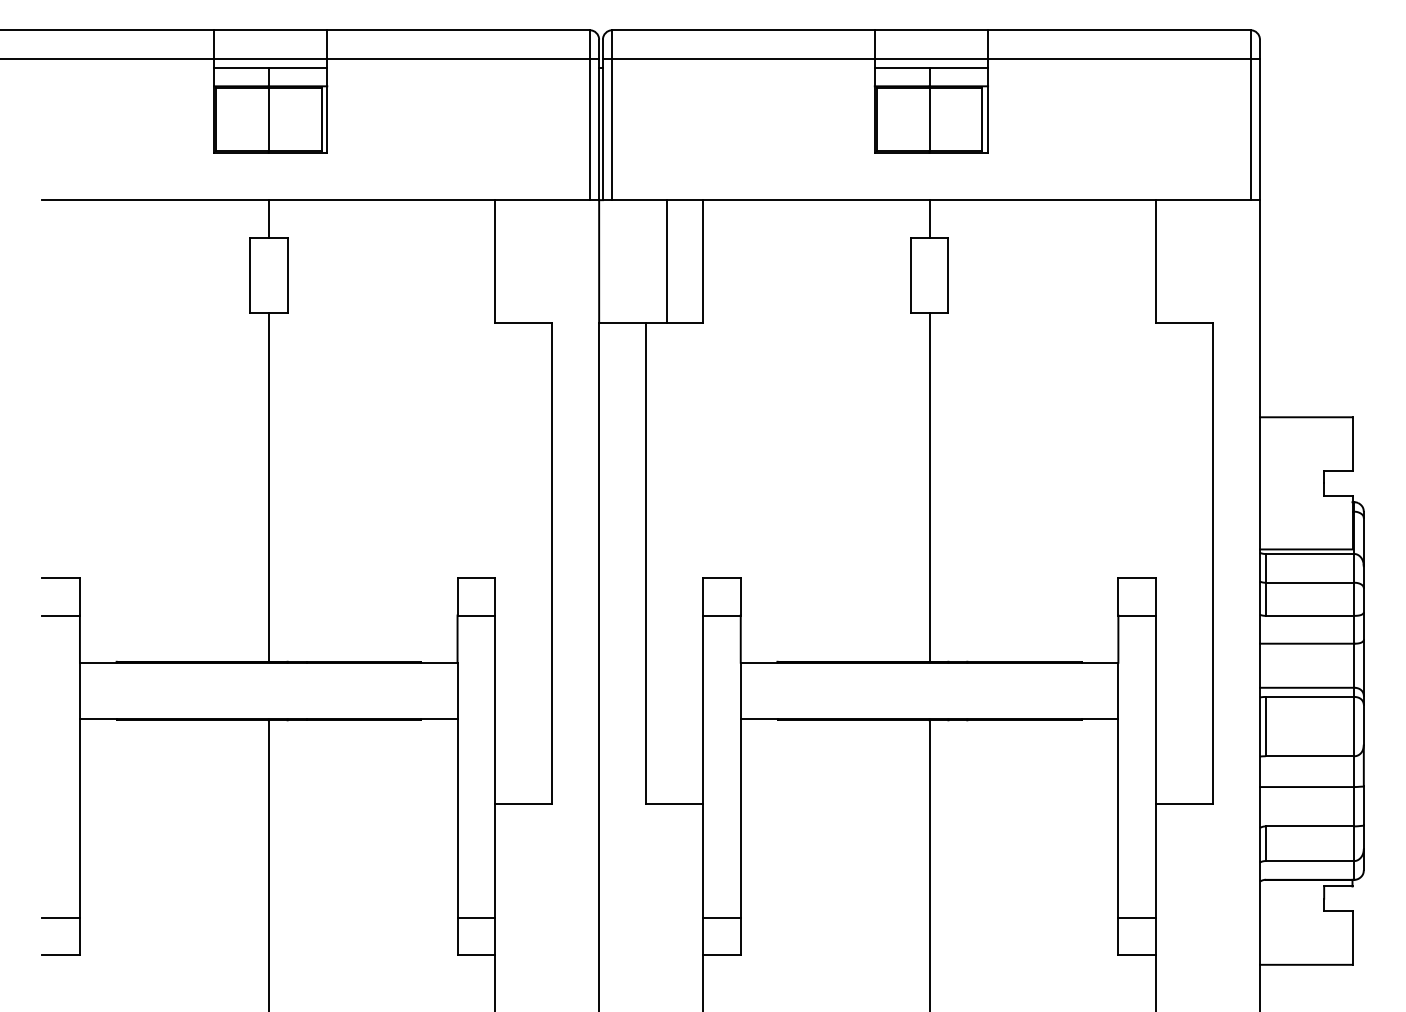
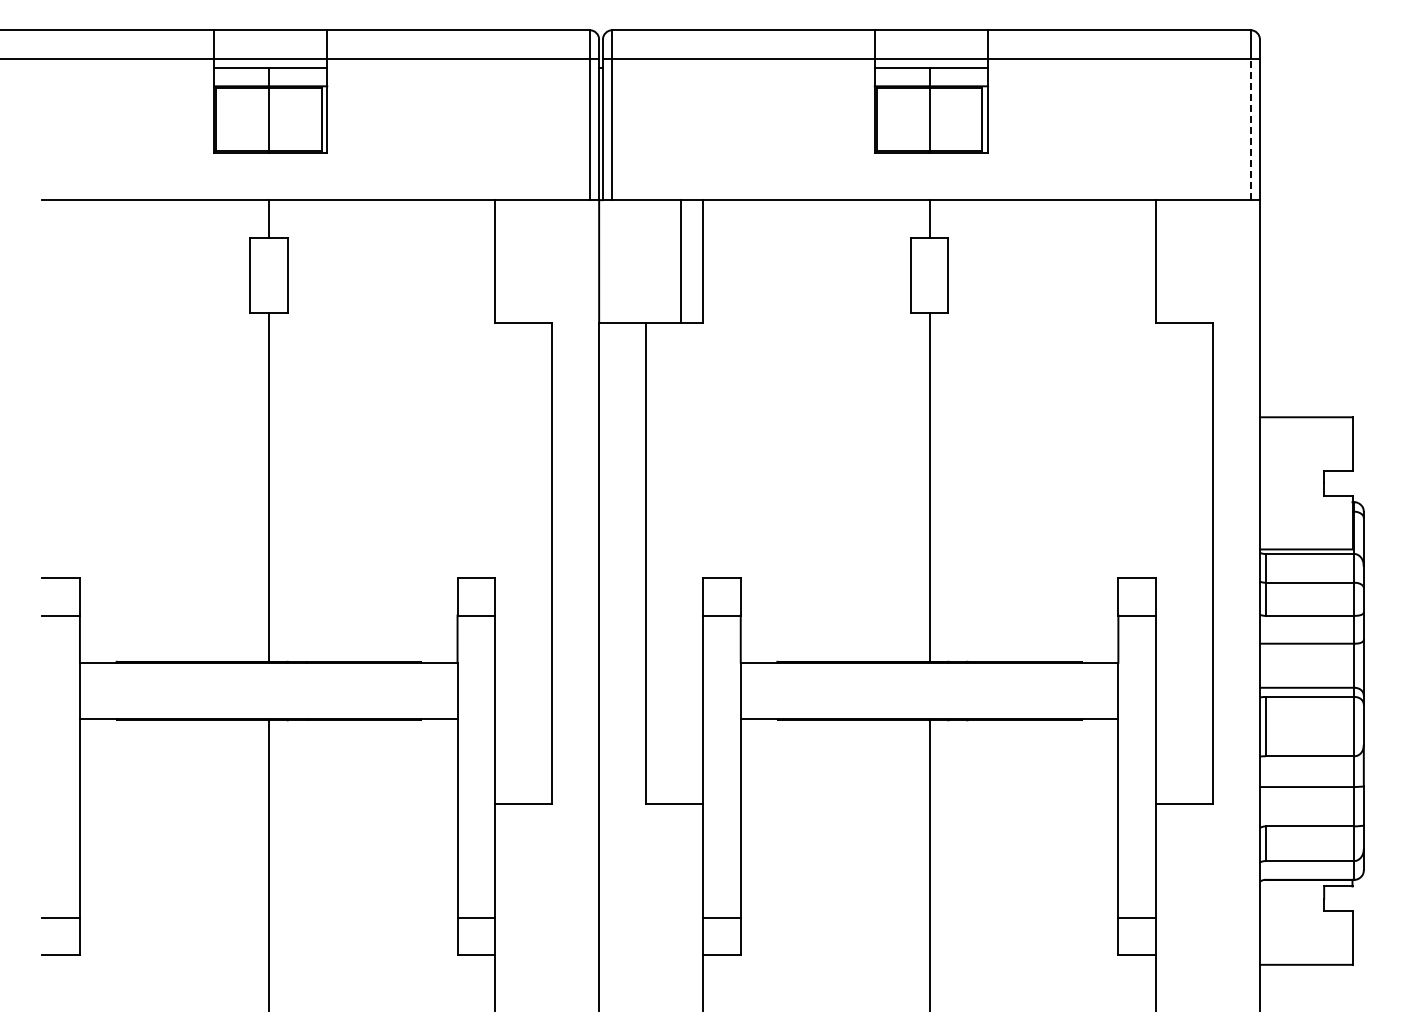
line at (1250, 129): solid -> dashed
line at (667, 261) position: (667, 261) -> (681, 261)
